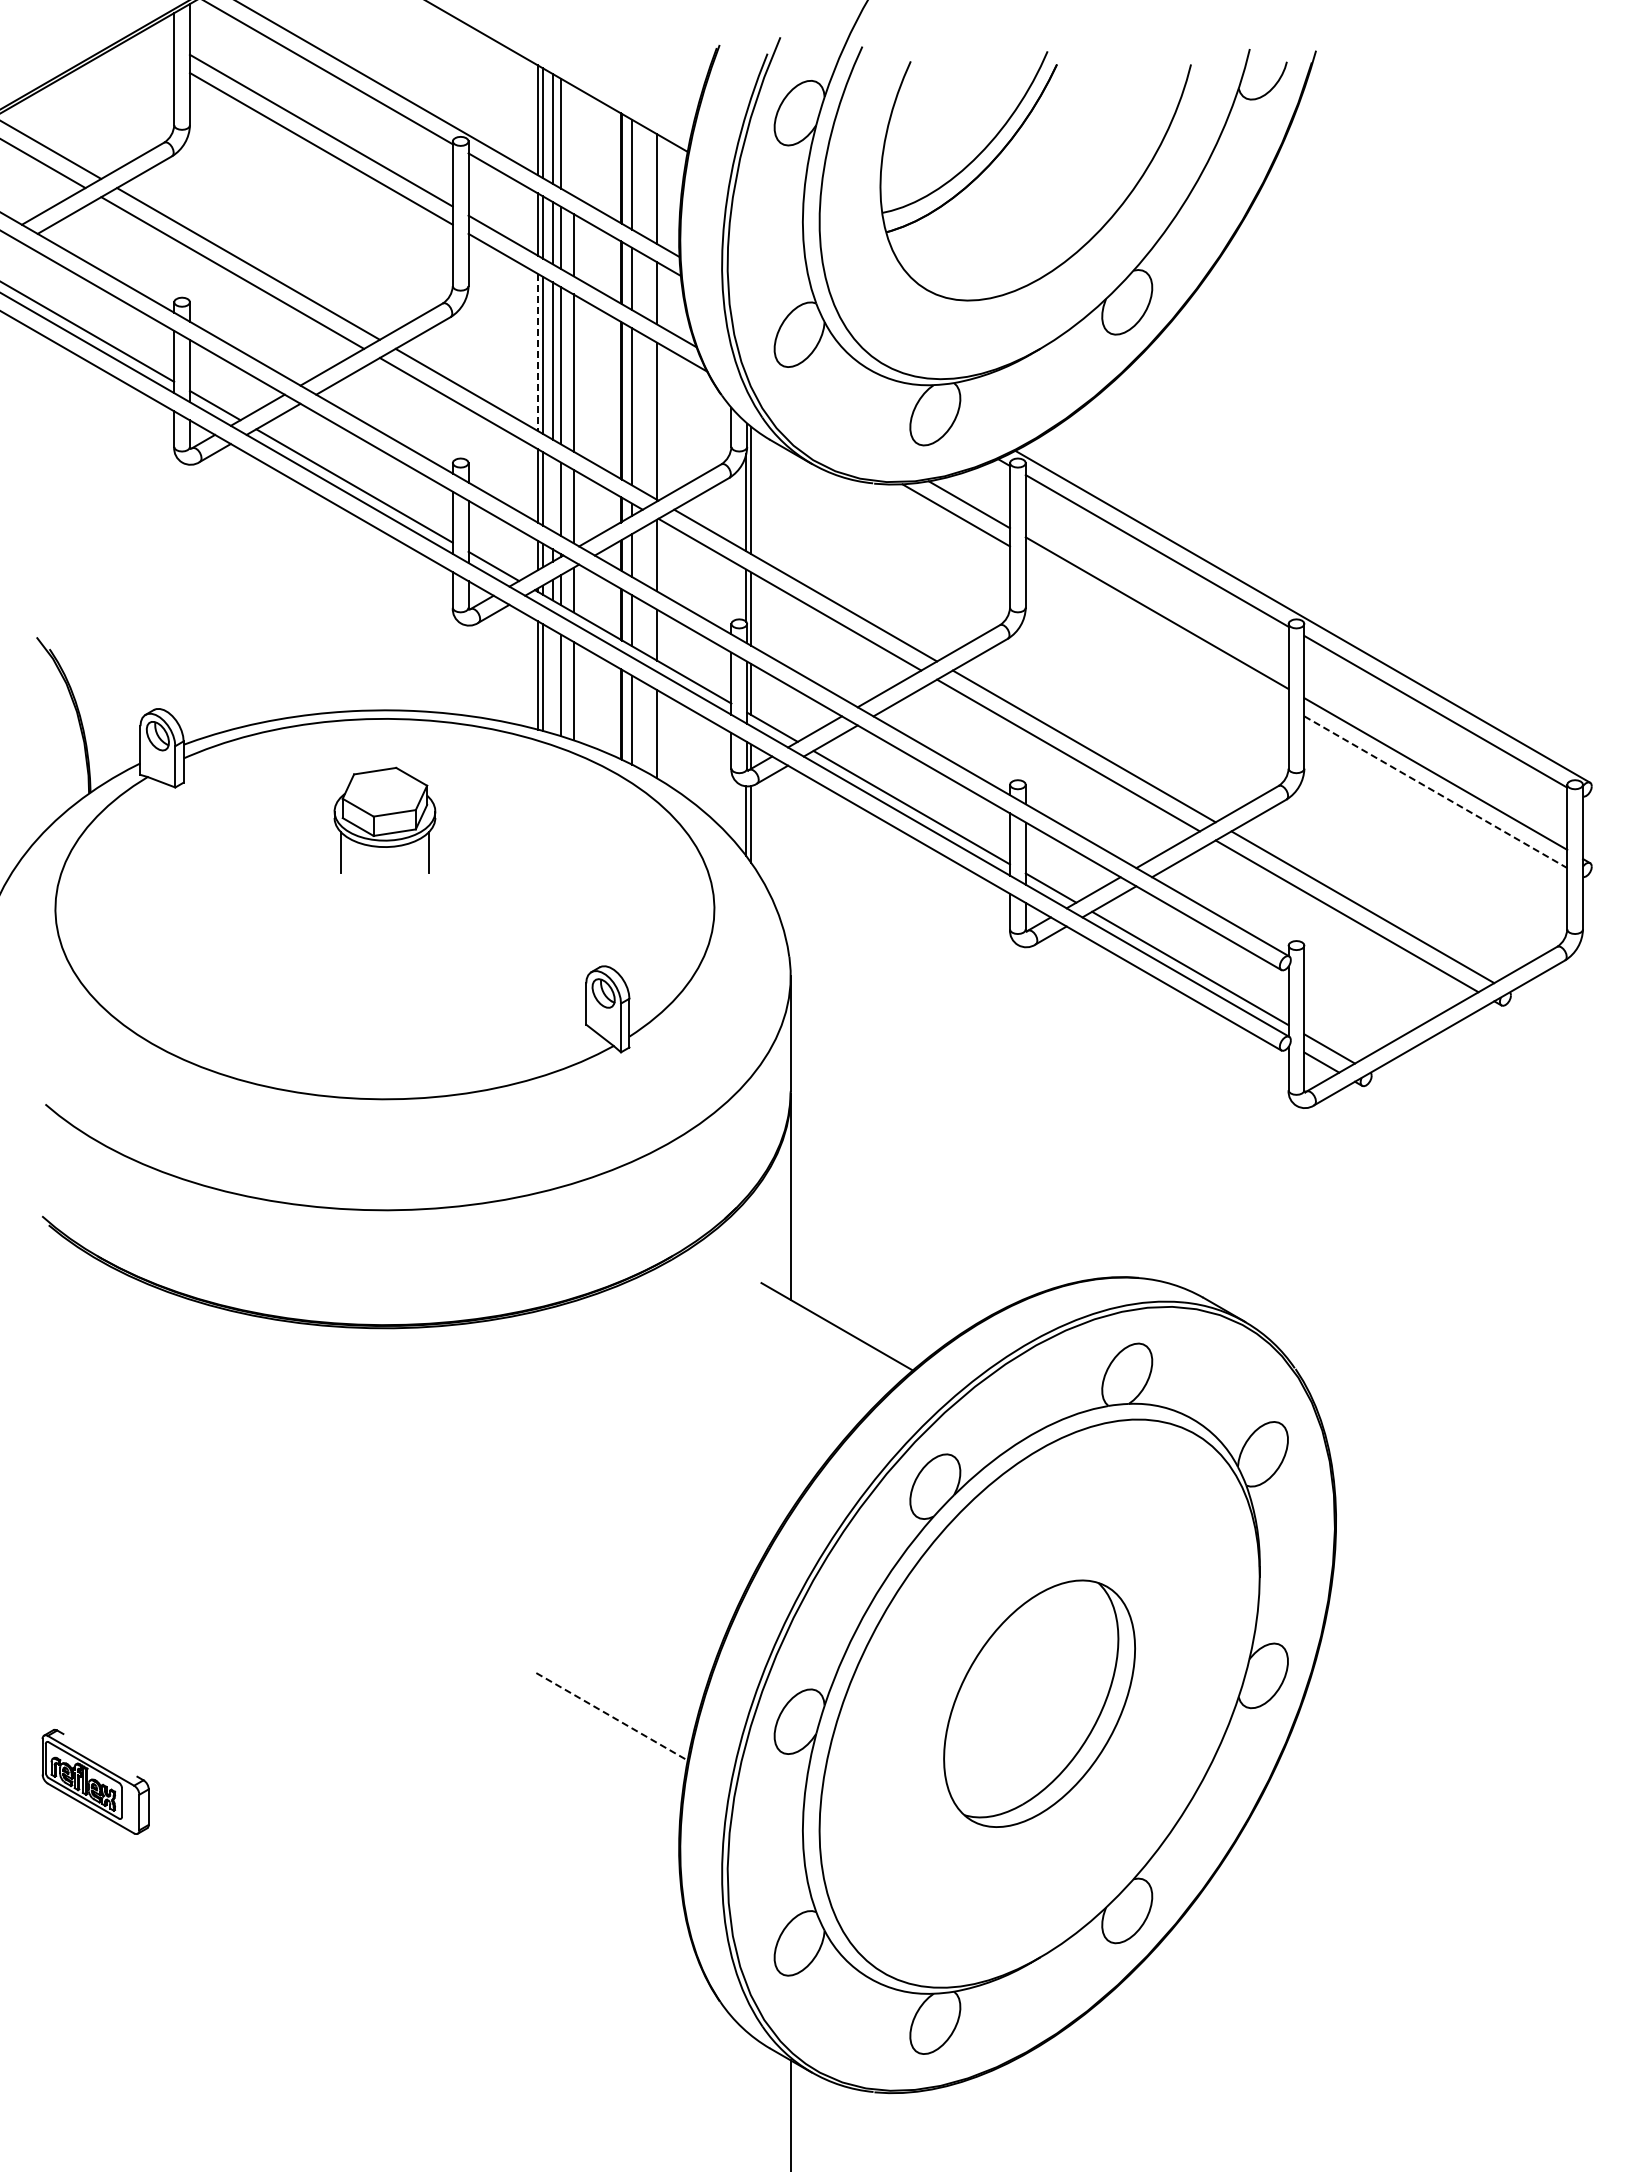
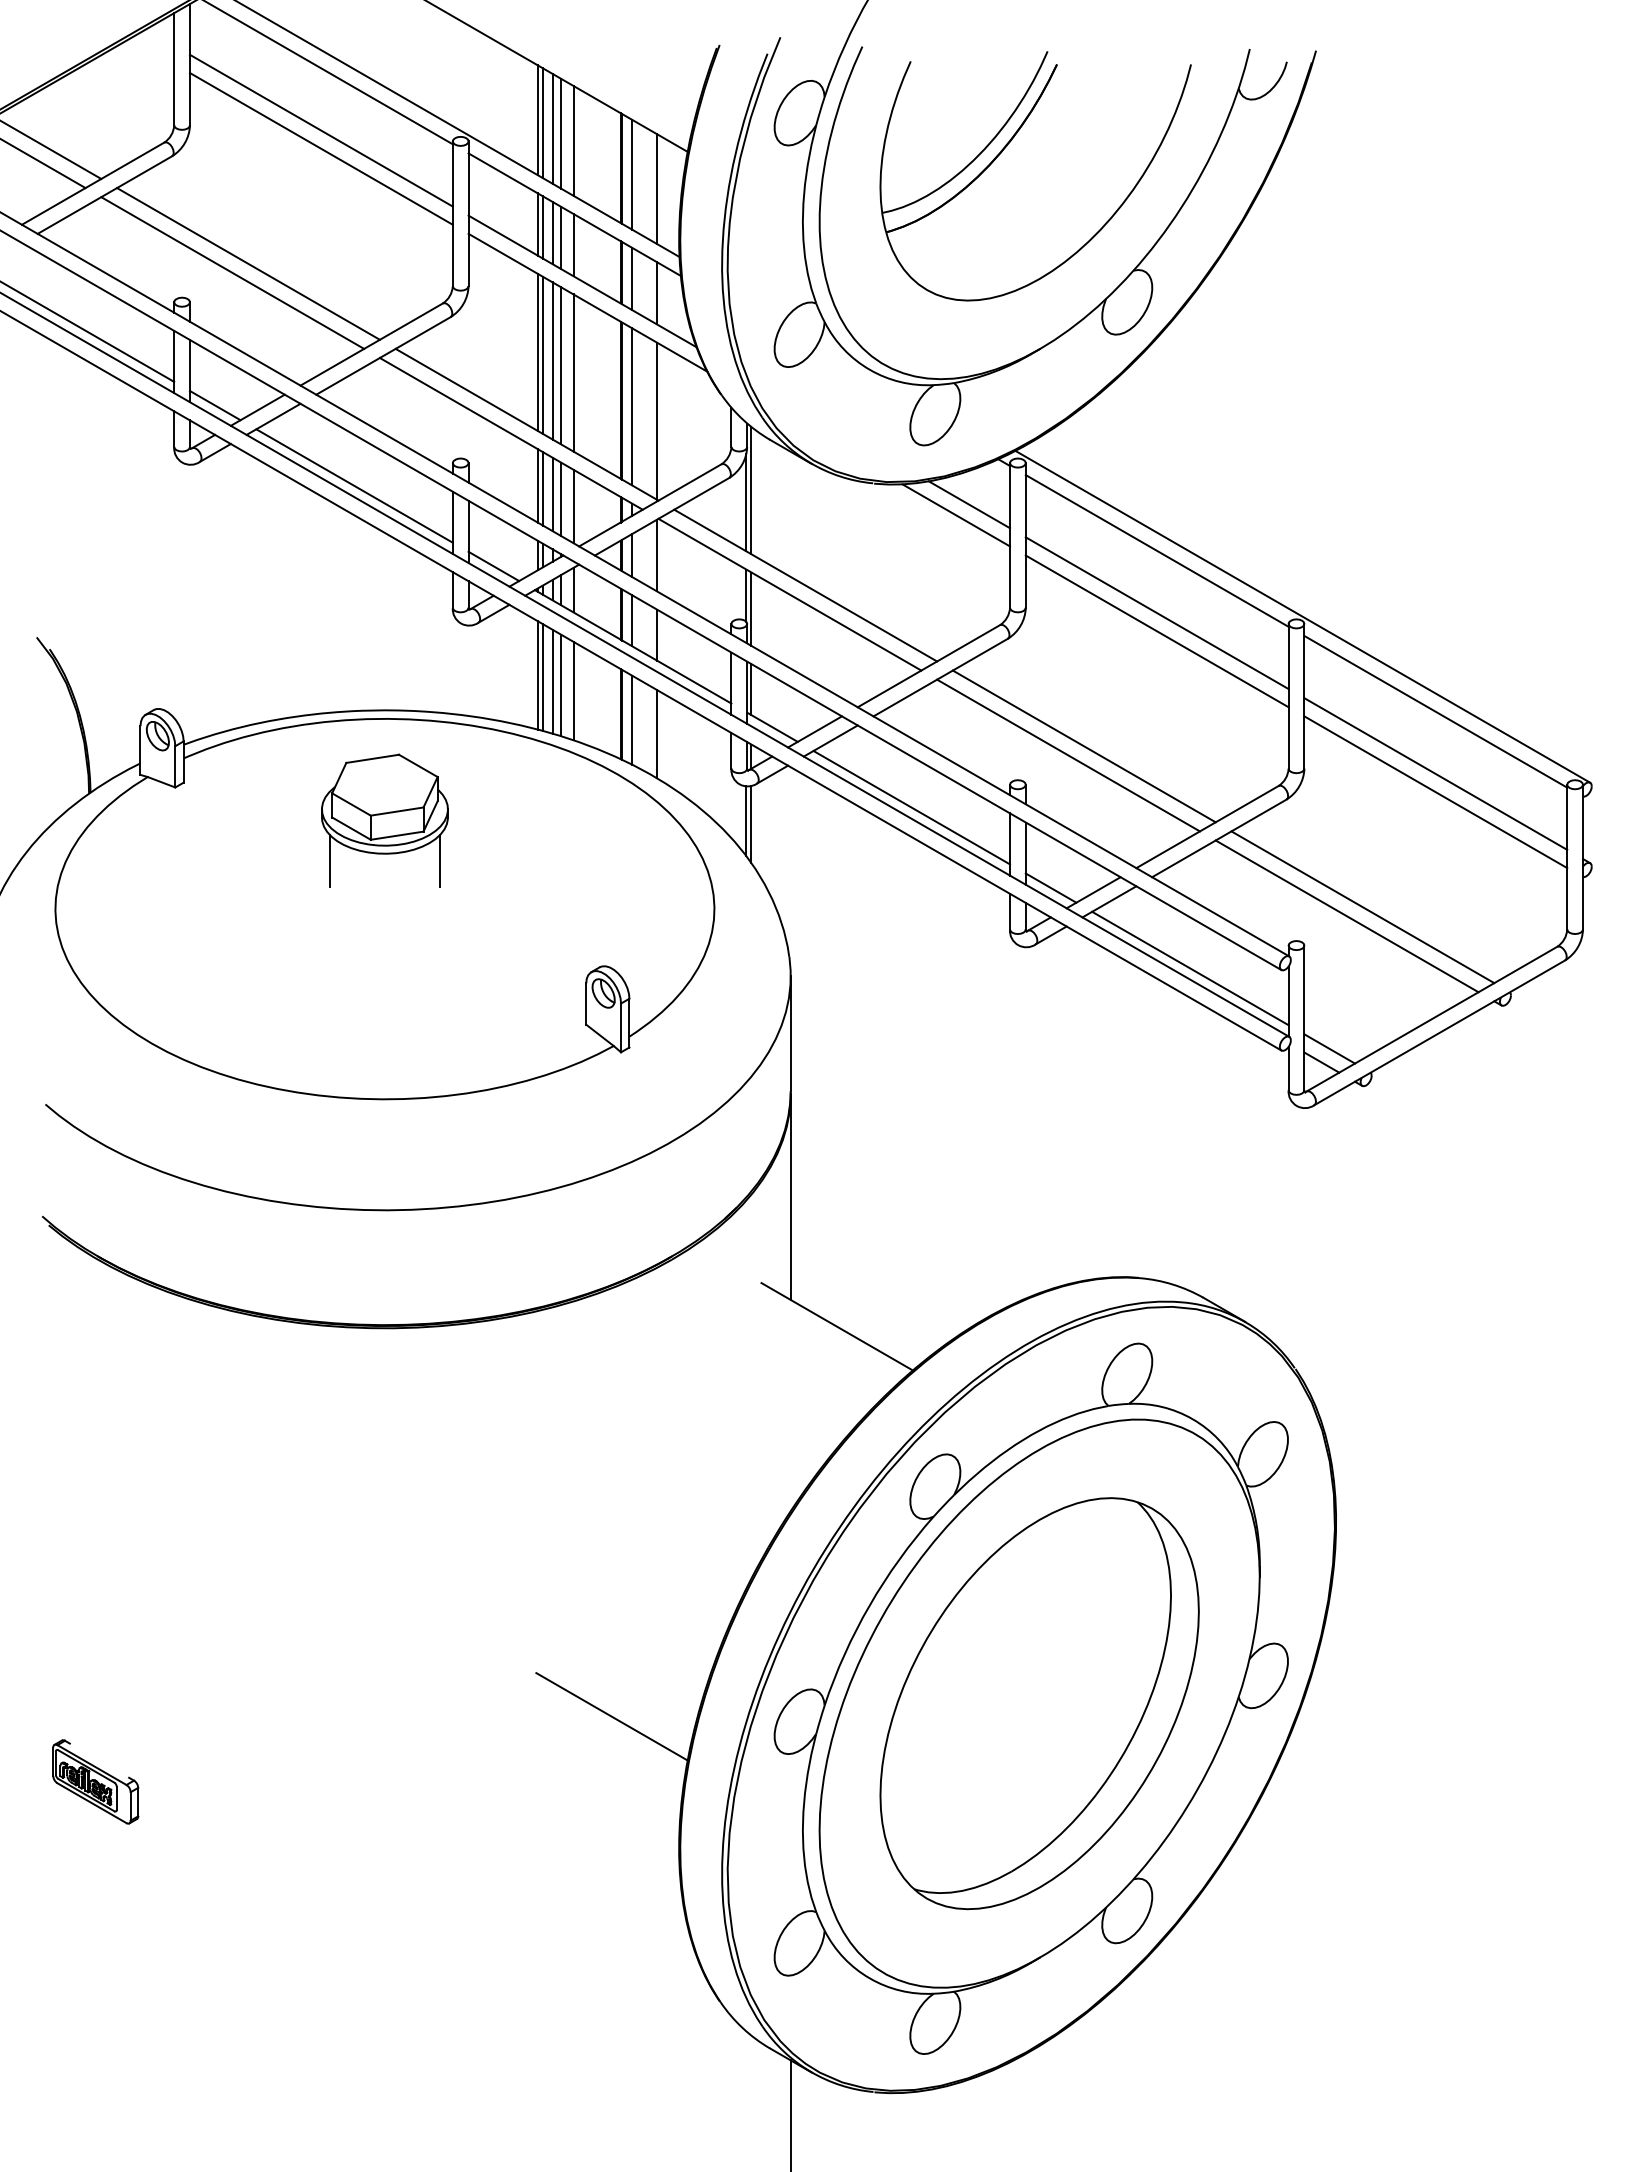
line at (573, 140): none -> present
line at (537, 352): dashed -> solid
line at (552, 494): none -> present
line at (1156, 631): none -> present
line at (552, 681): none -> present
line at (1435, 792): dashed -> solid
part at (384, 819) size: 104x108 px -> 128x135 px
part at (1039, 1703) size: 193x249 px -> 321x414 px
line at (612, 1717): dashed -> solid
part at (95, 1781) size: 109x106 px -> 88x86 px
